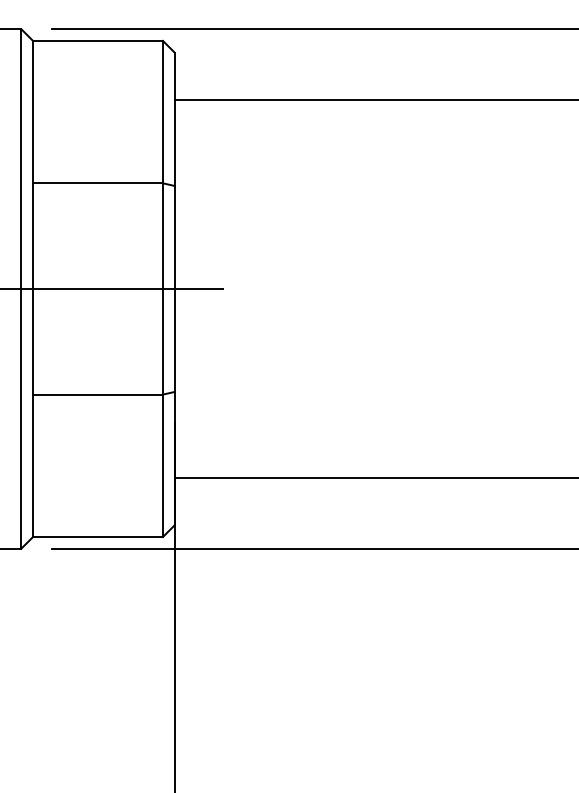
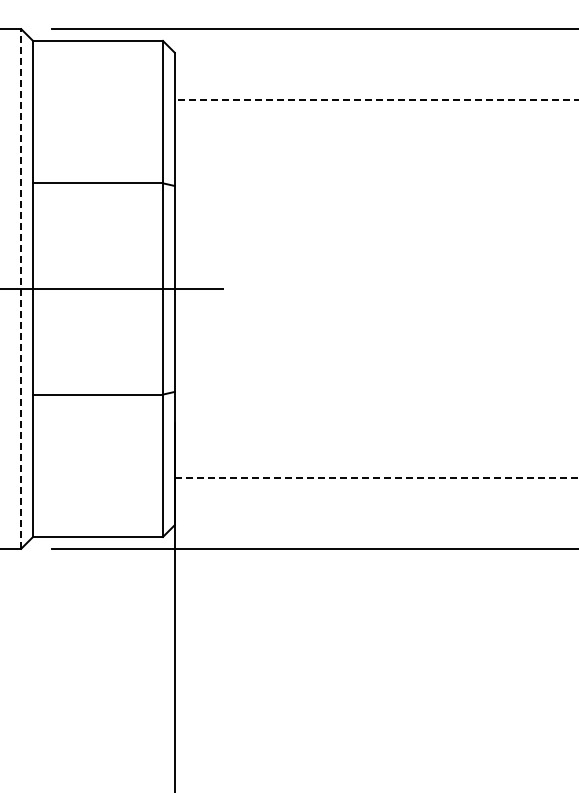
line at (376, 99): solid -> dashed
line at (21, 288): solid -> dashed
line at (376, 477): solid -> dashed
